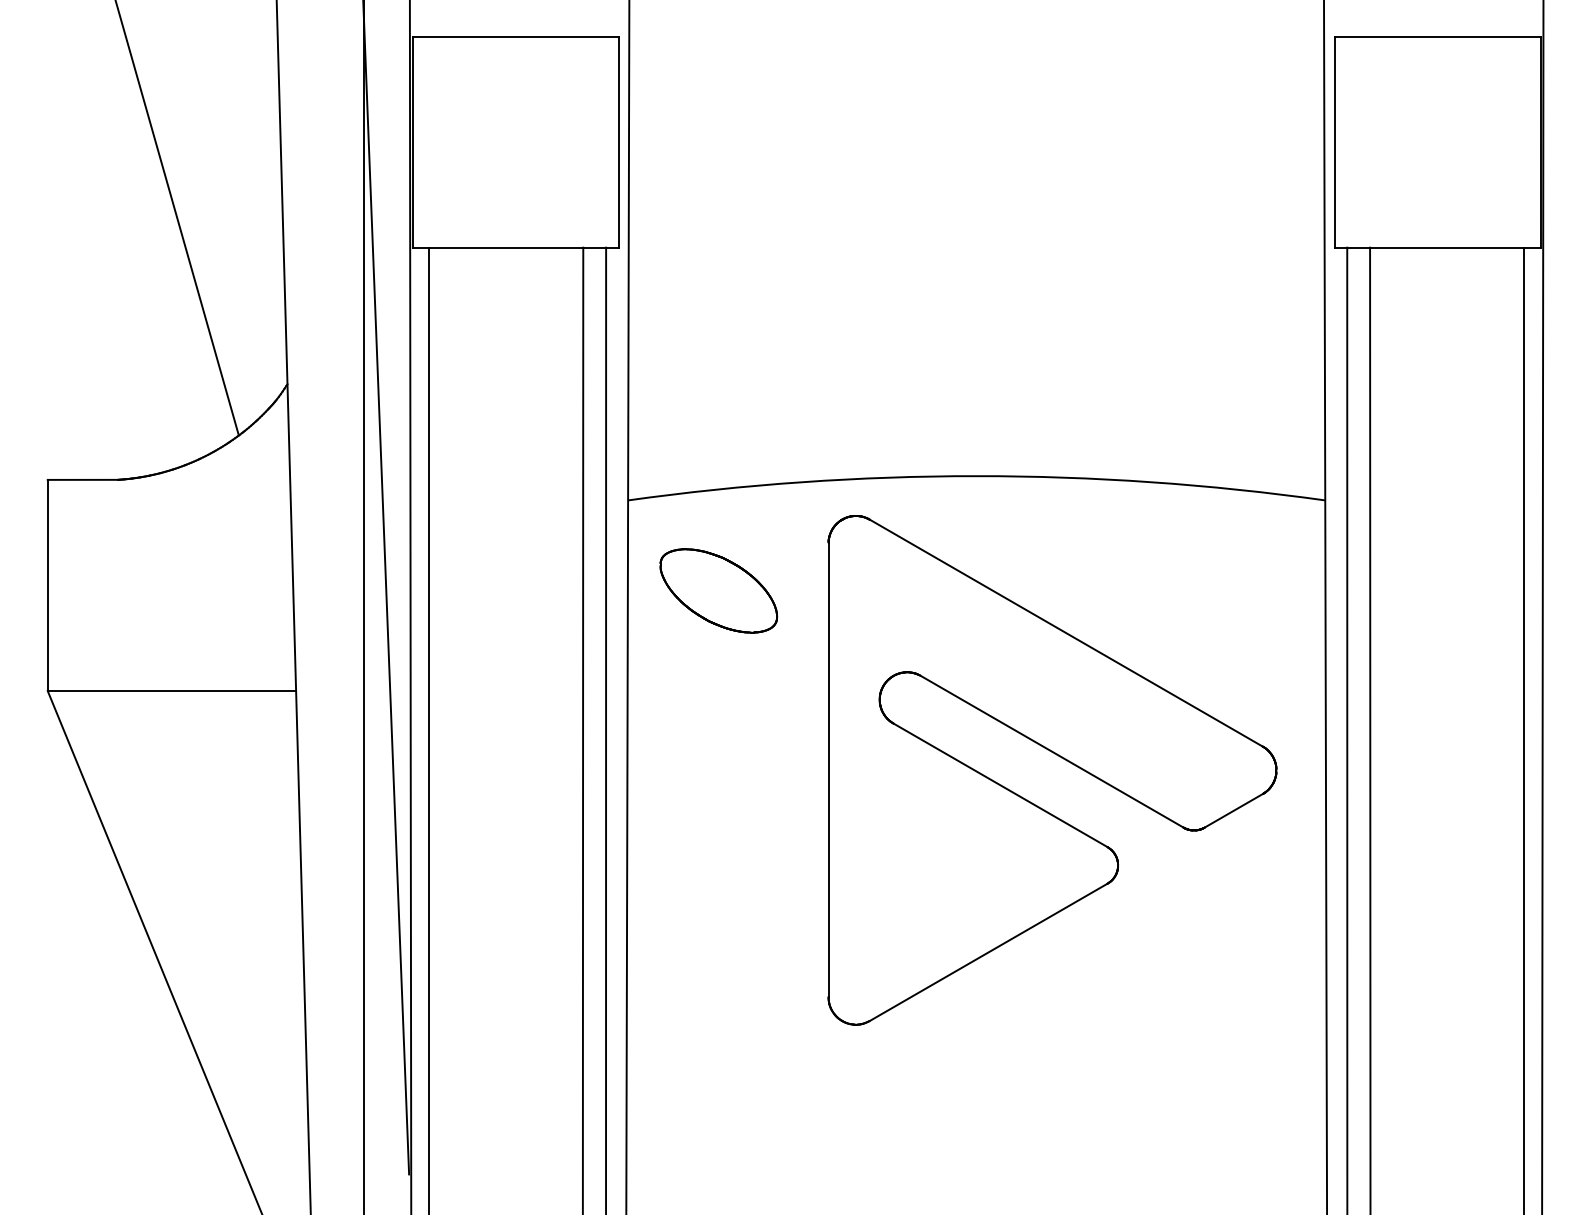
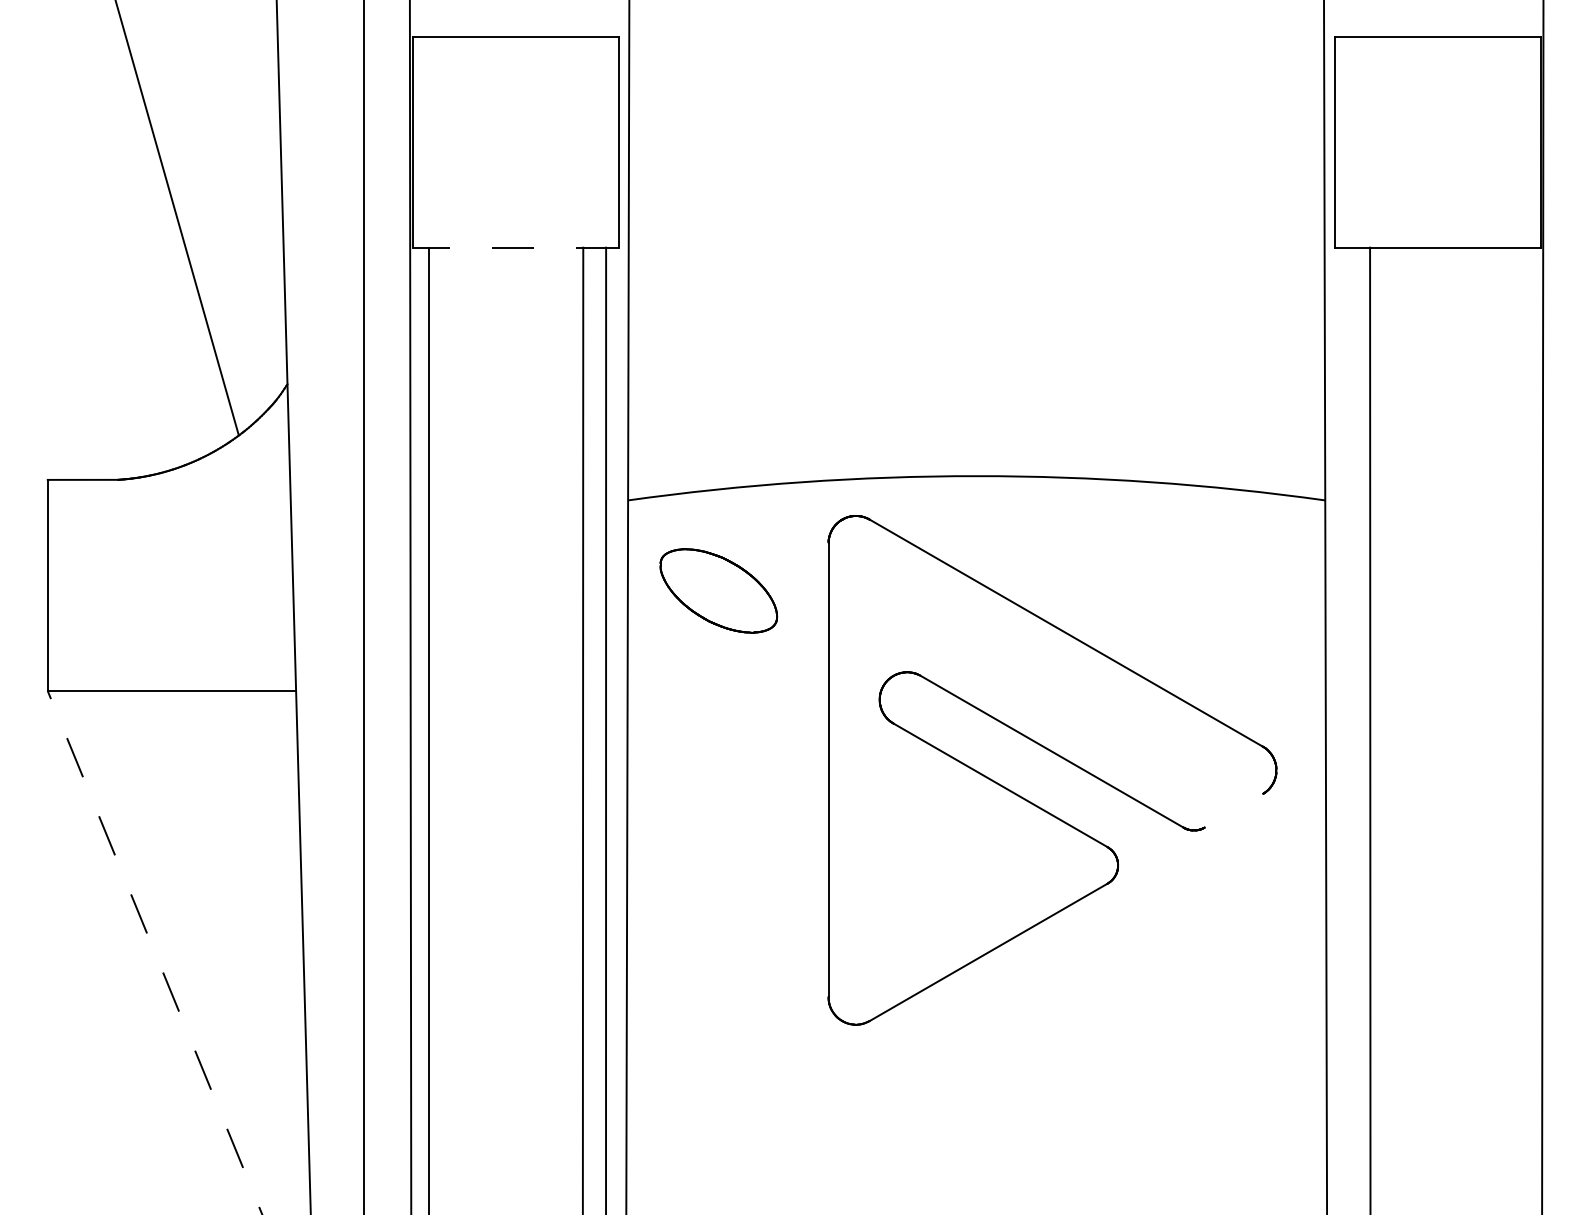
line at (515, 247): solid -> dashed
line at (386, 588): present -> none
line at (1347, 729): present -> none
line at (1524, 729): present -> none
line at (1233, 810): present -> none
line at (155, 952): solid -> dashed
